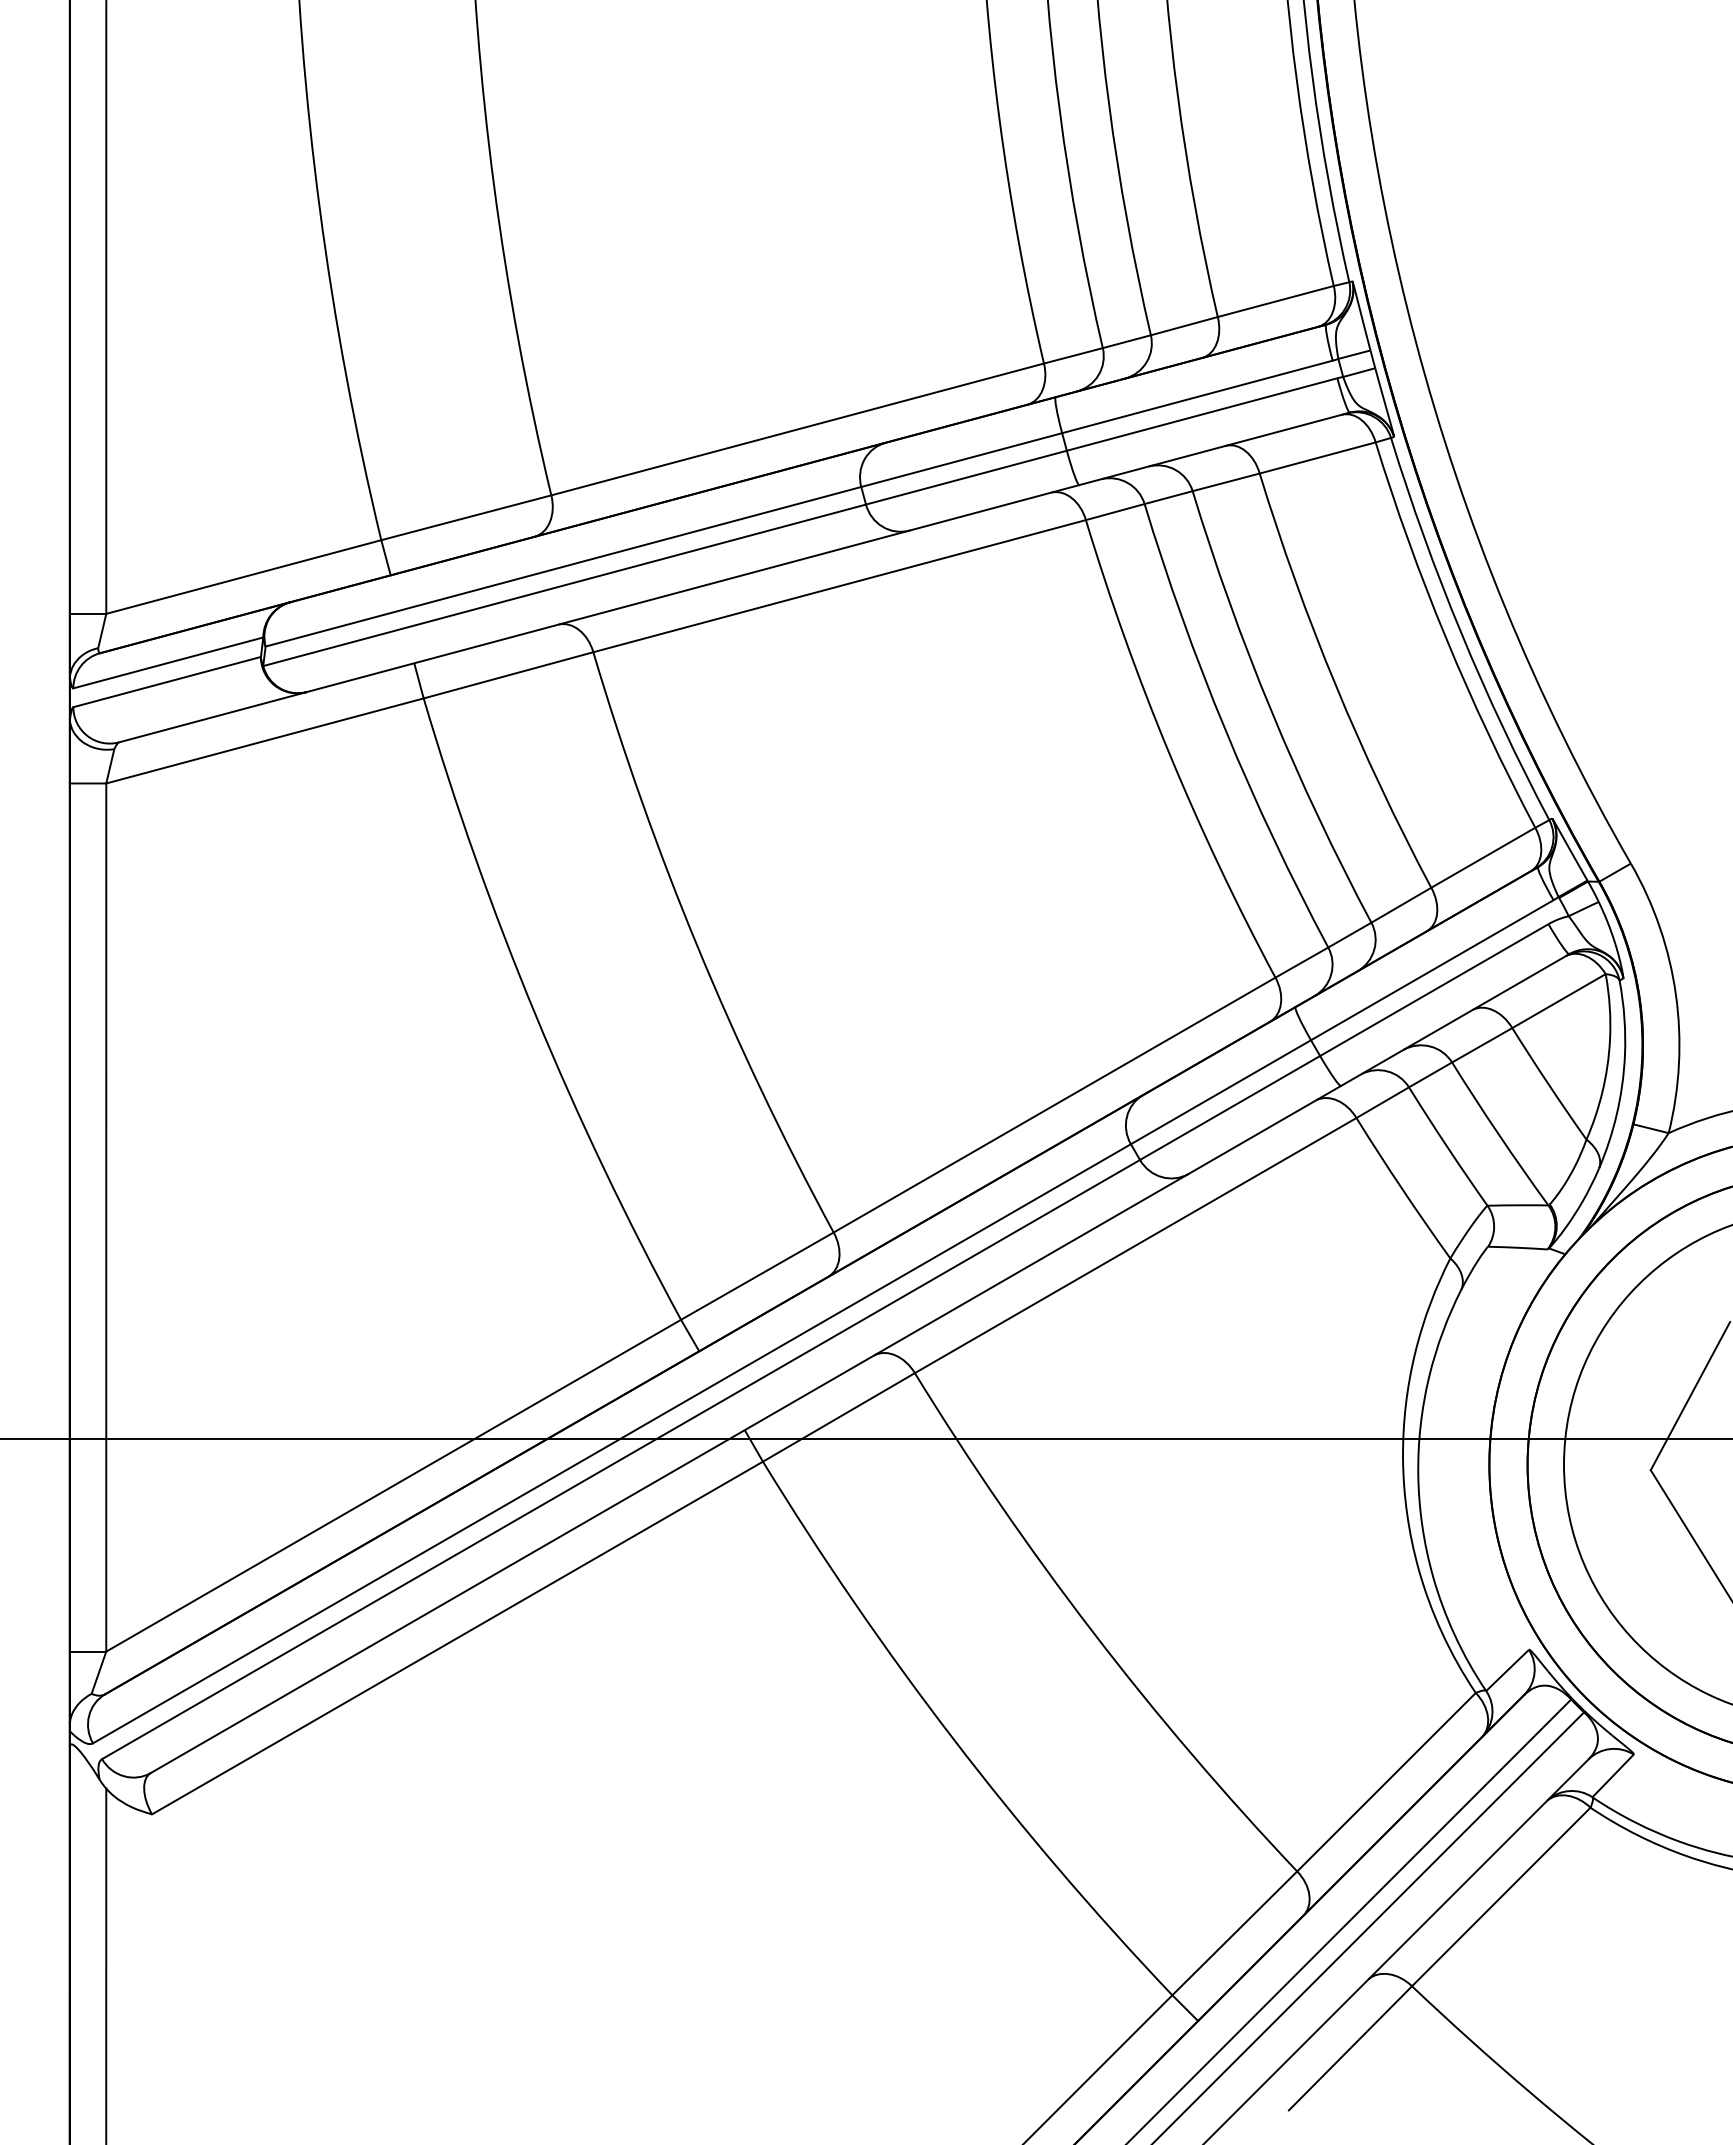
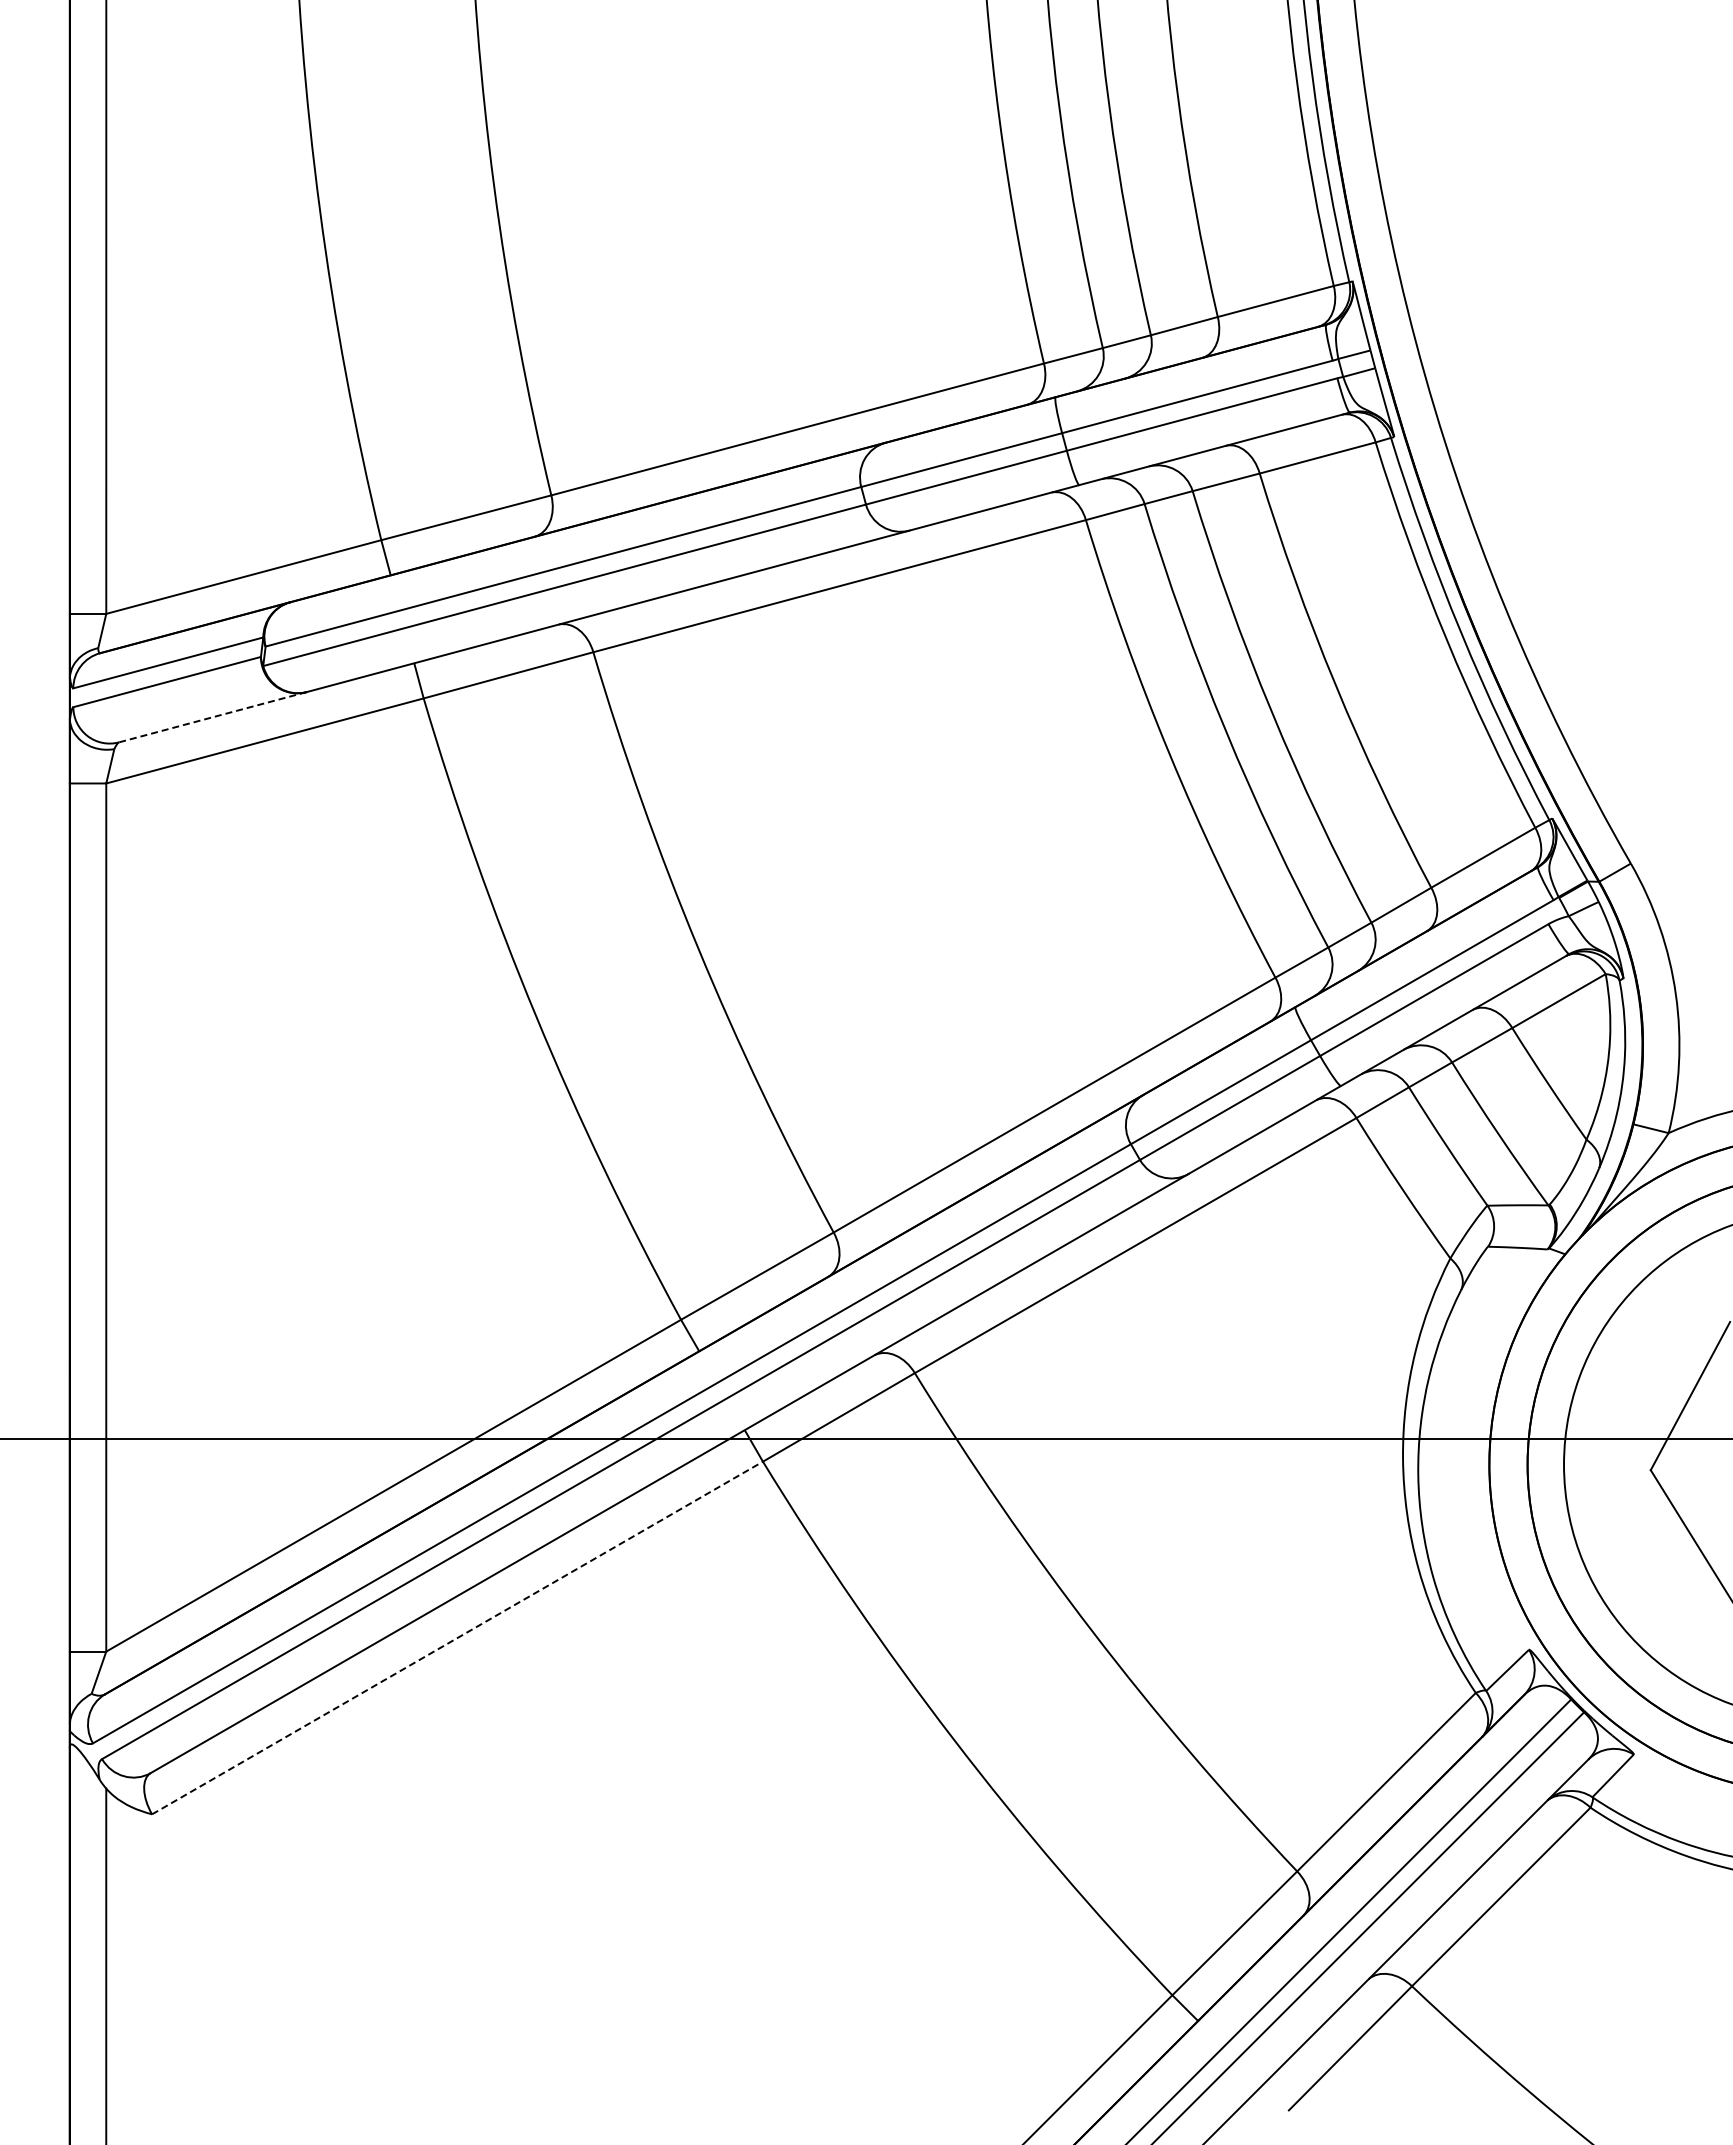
line at (212, 717): solid -> dashed
line at (457, 1638): solid -> dashed
